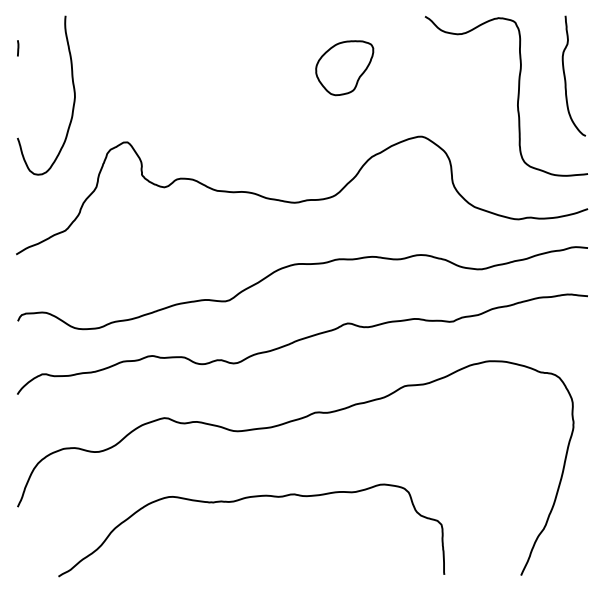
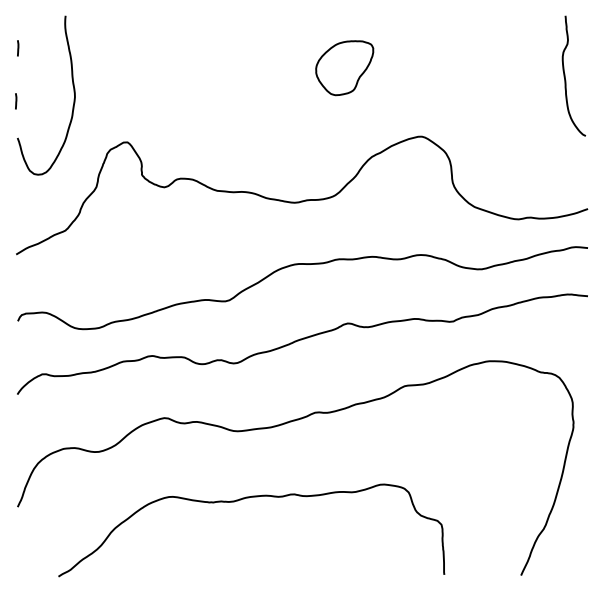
curve at (517, 96): present -> none
line at (16, 101): none -> present
